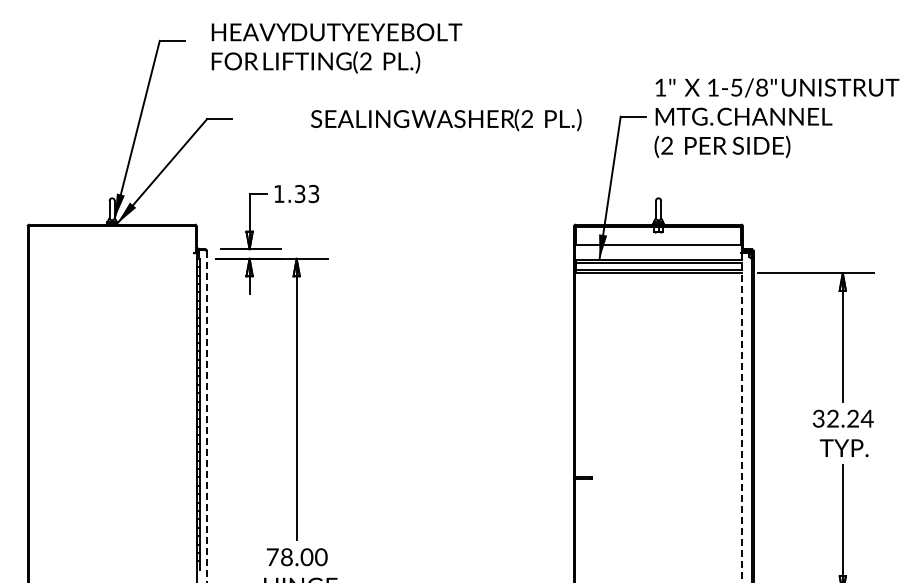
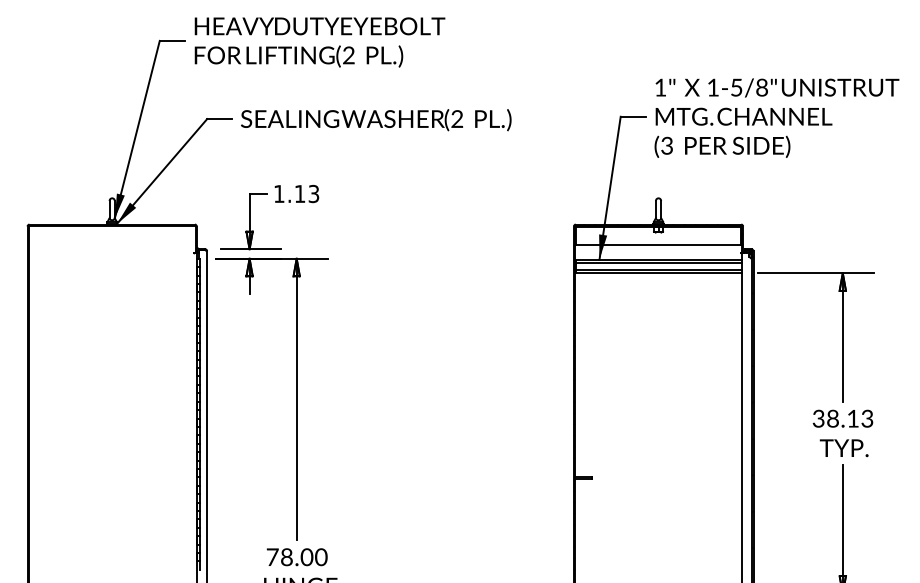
text at (336, 48) position: (336, 48) -> (319, 42)
text at (446, 120) position: (446, 120) -> (376, 120)
text at (666, 148): (2 -> (3
text at (299, 193): 1.33 -> 1.13
line at (207, 417): dashed -> solid
line at (742, 417): dashed -> solid
text at (850, 418): 32.24 -> 38.13
